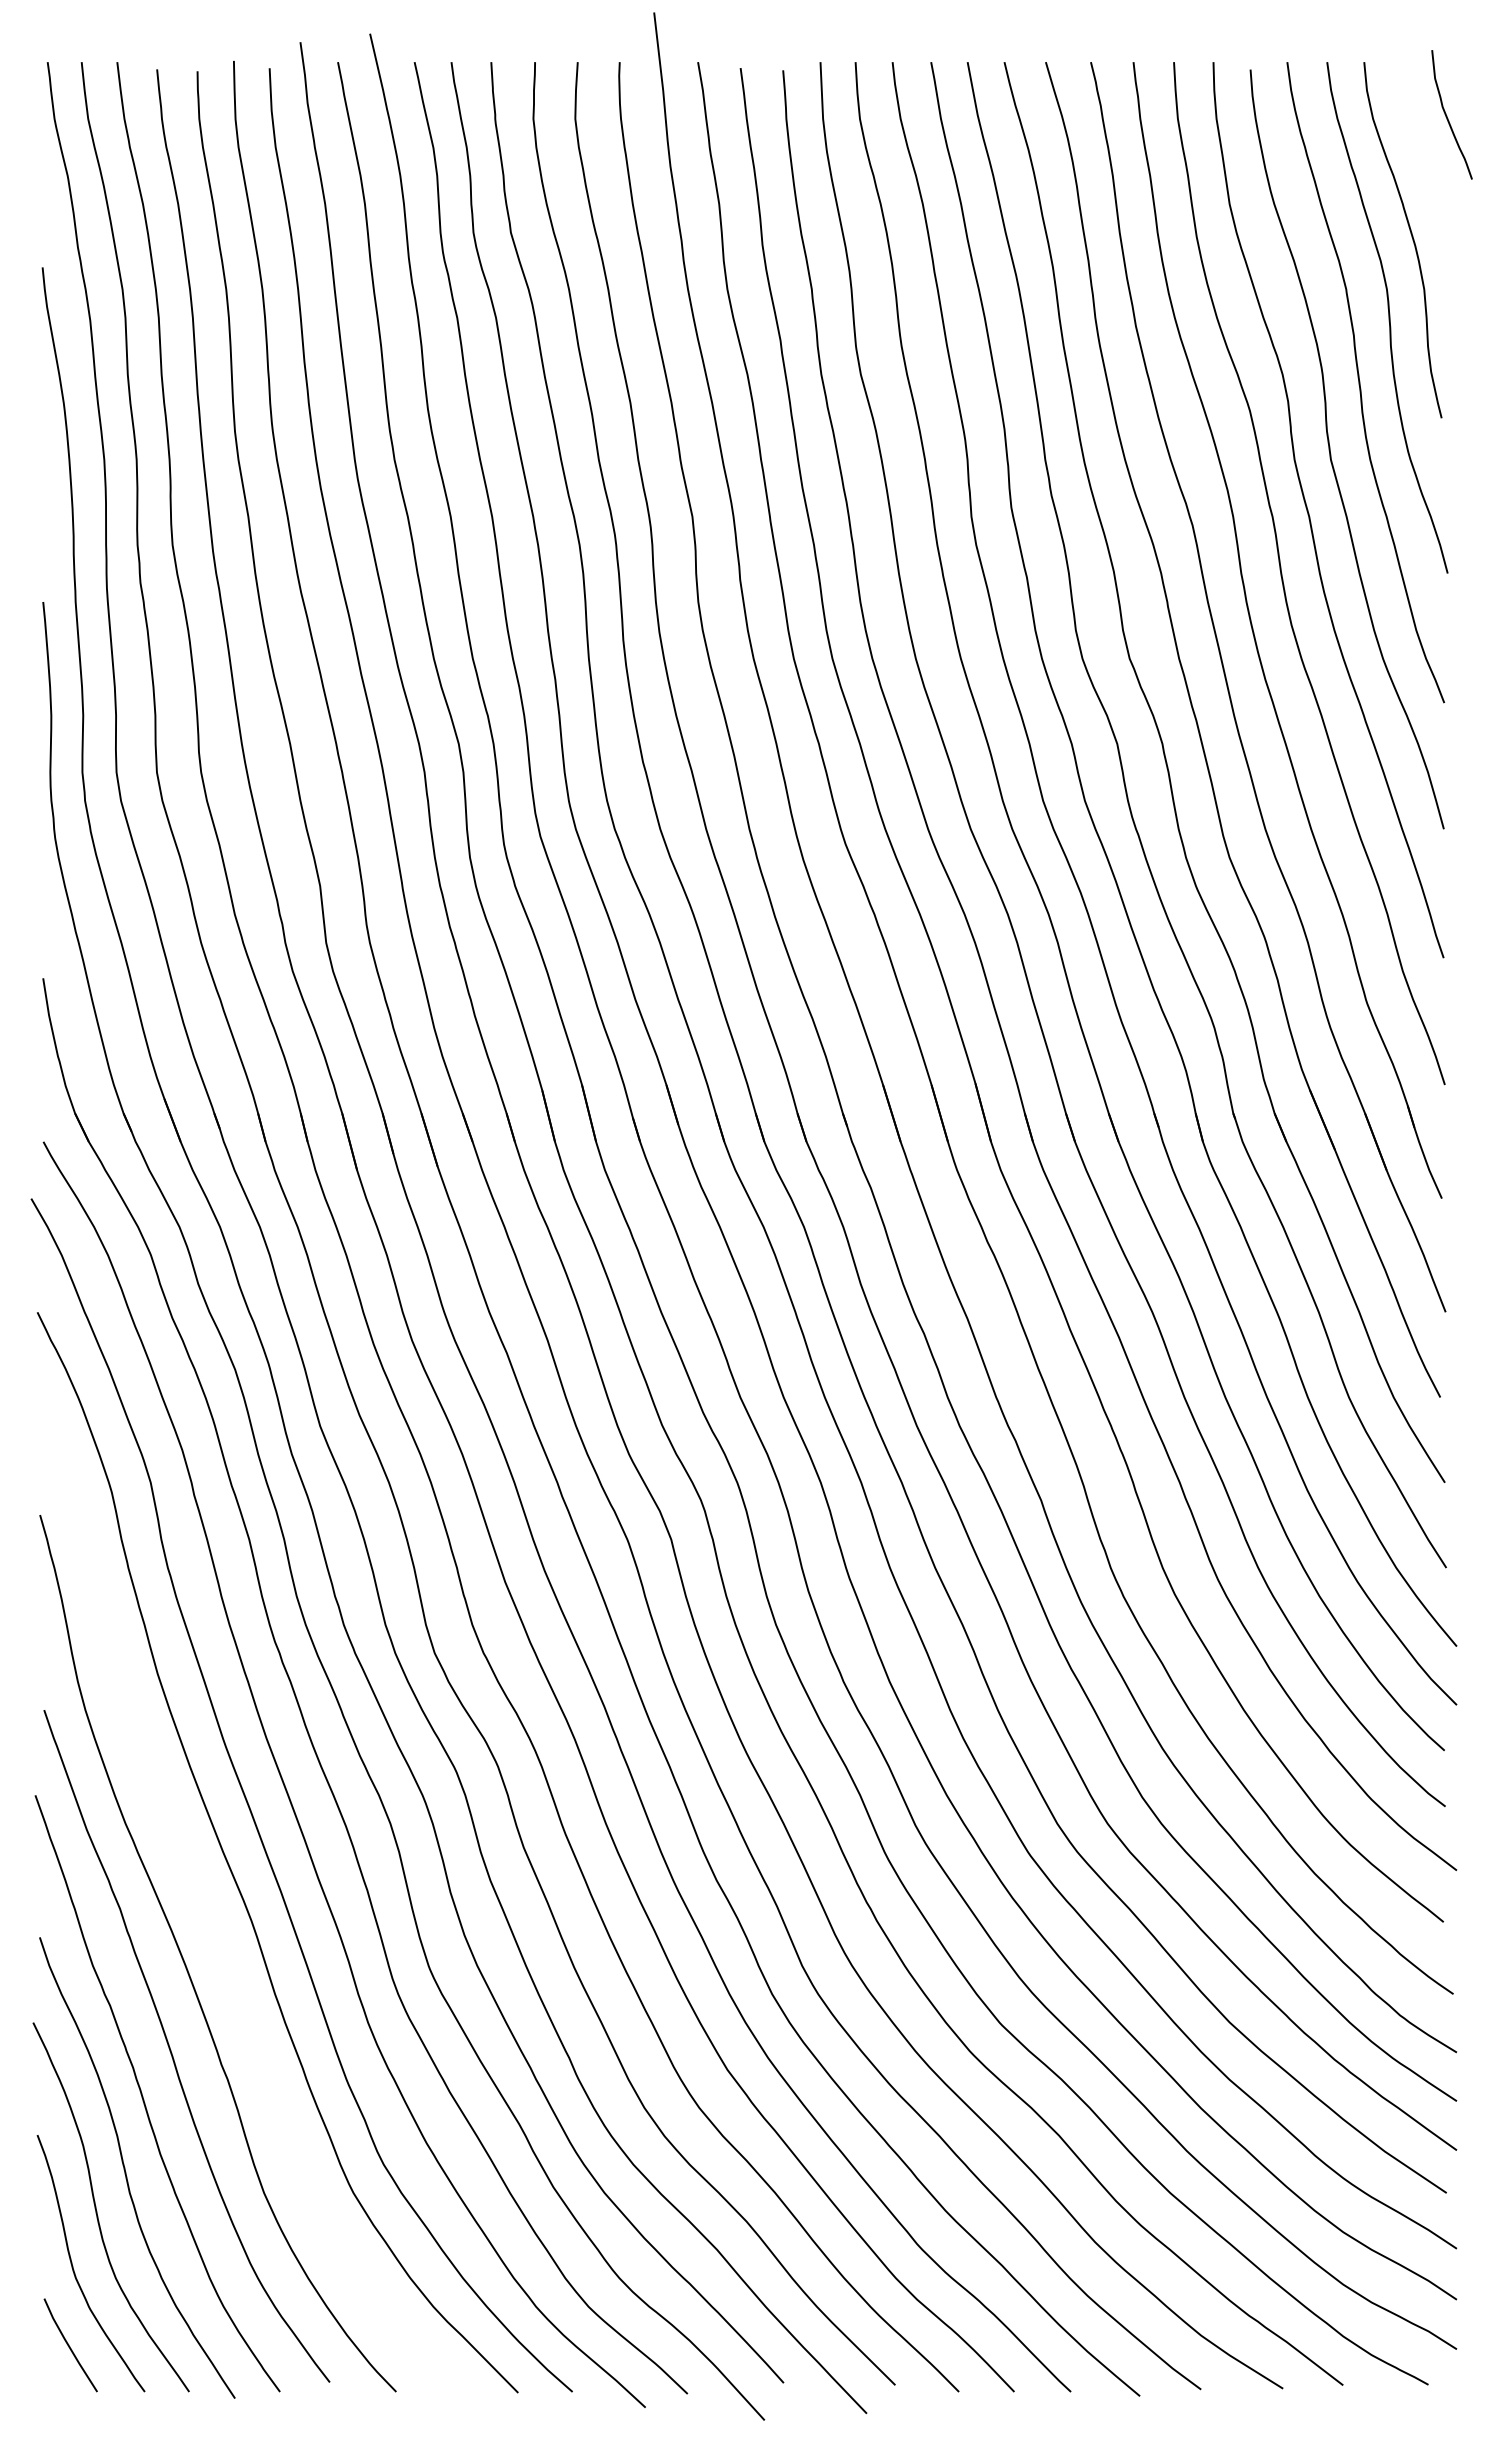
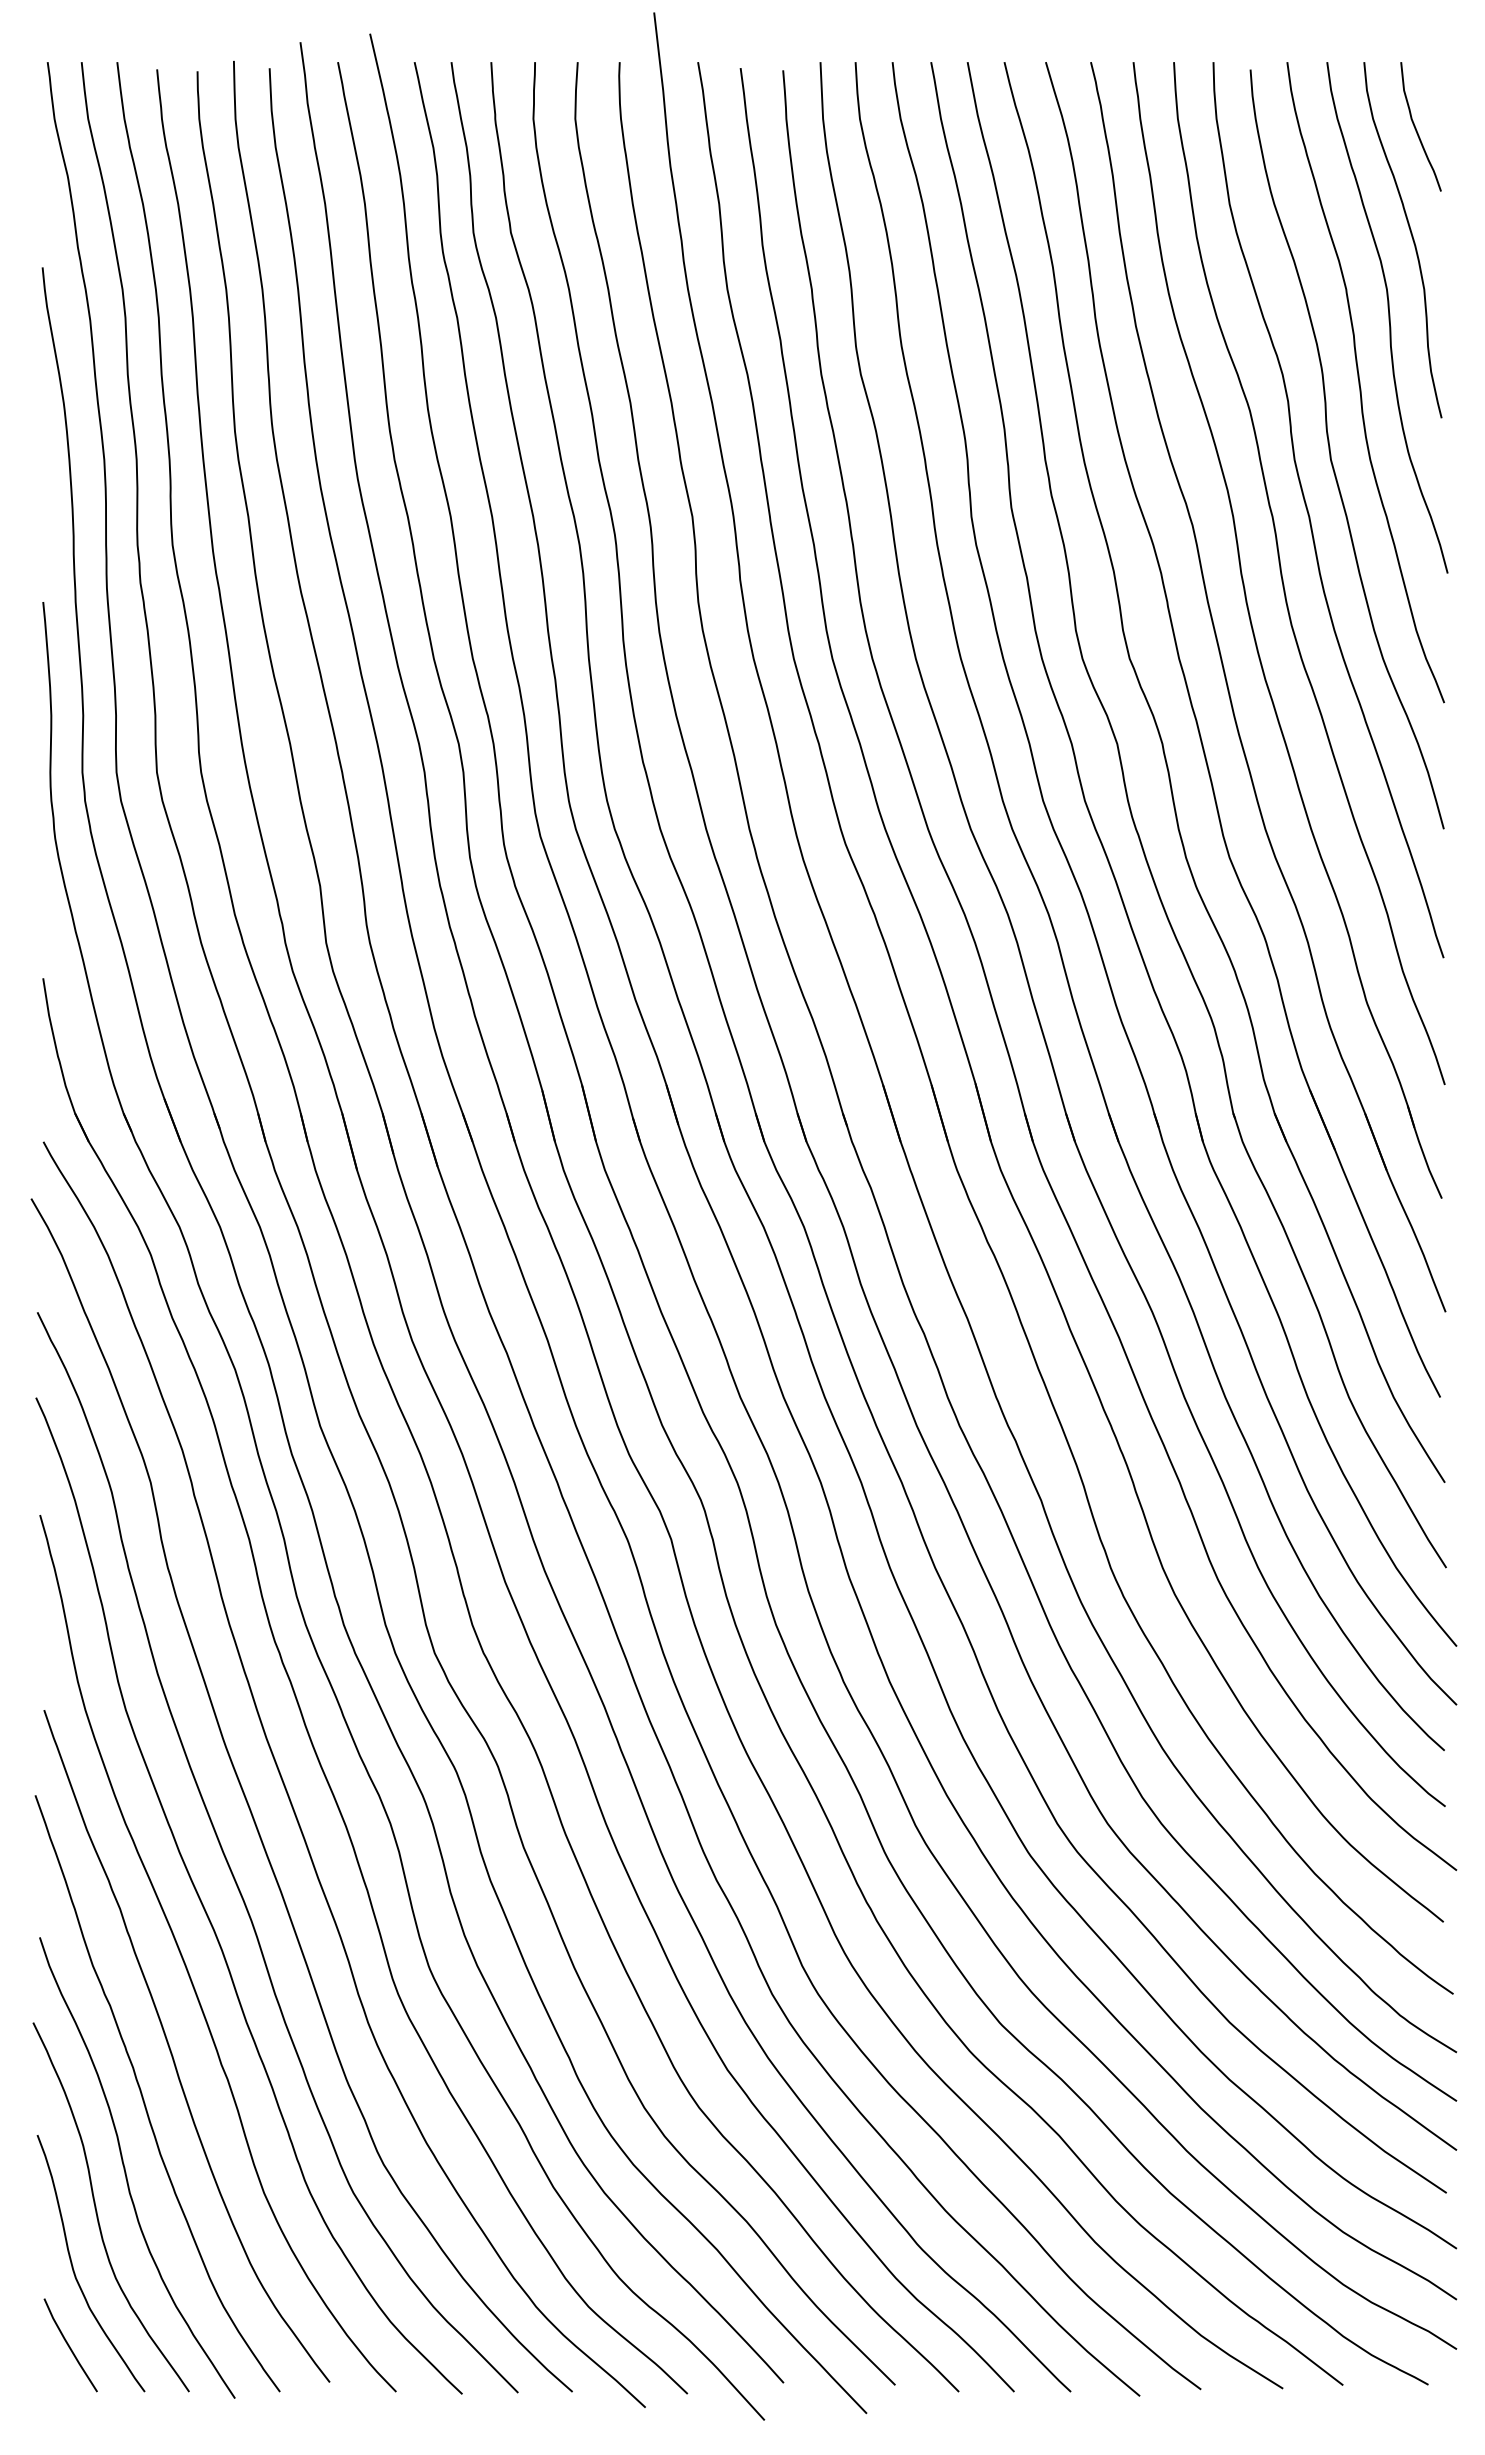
curve at (1447, 115) position: (1447, 115) -> (1416, 127)
curve at (206, 1910): none -> present
